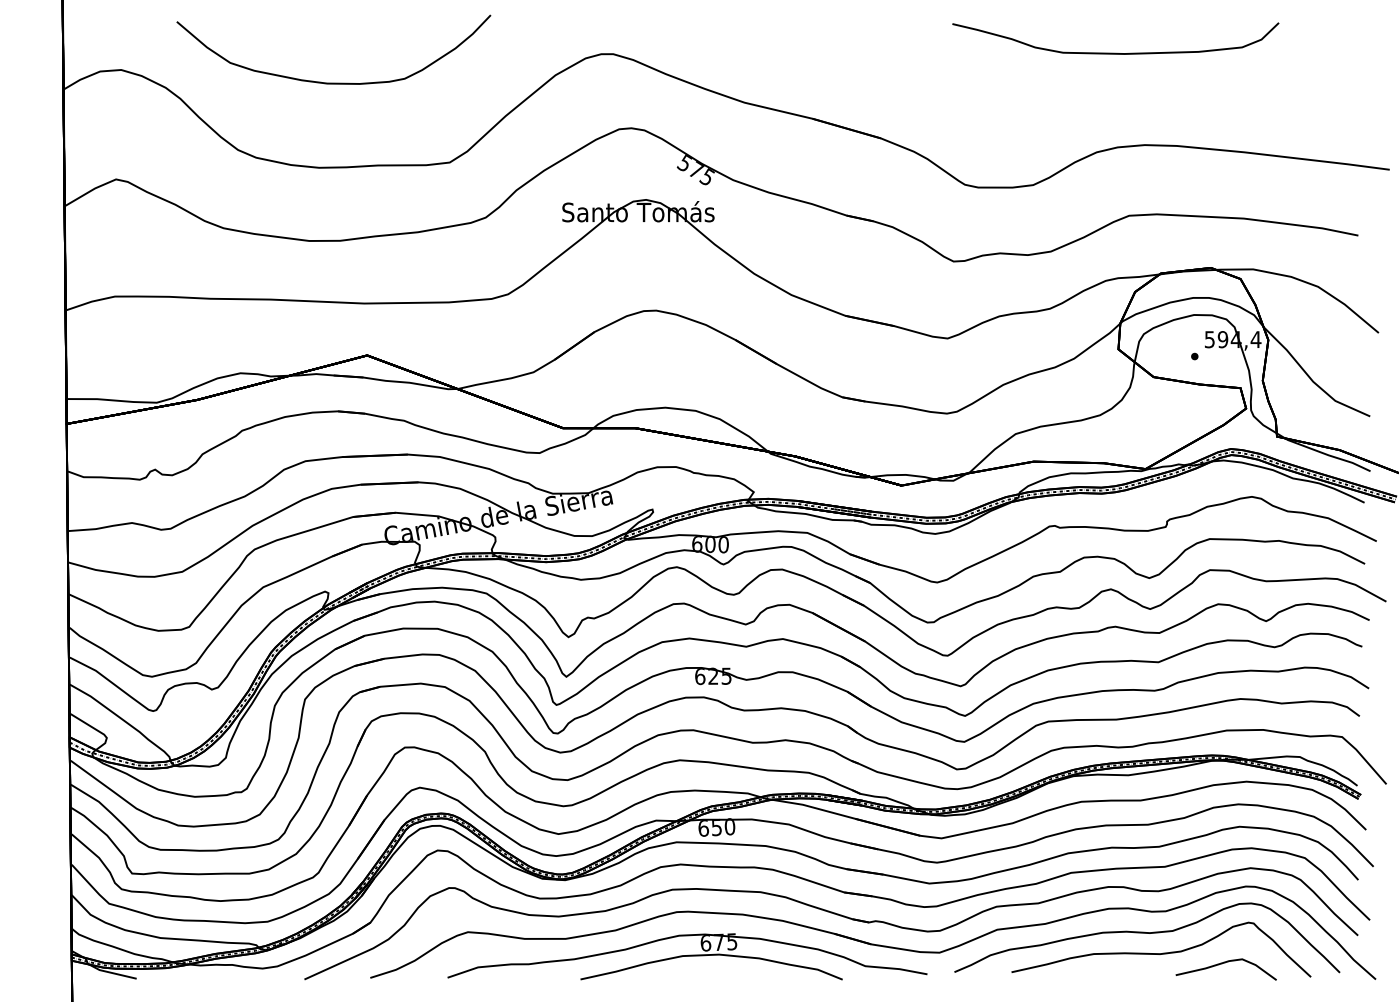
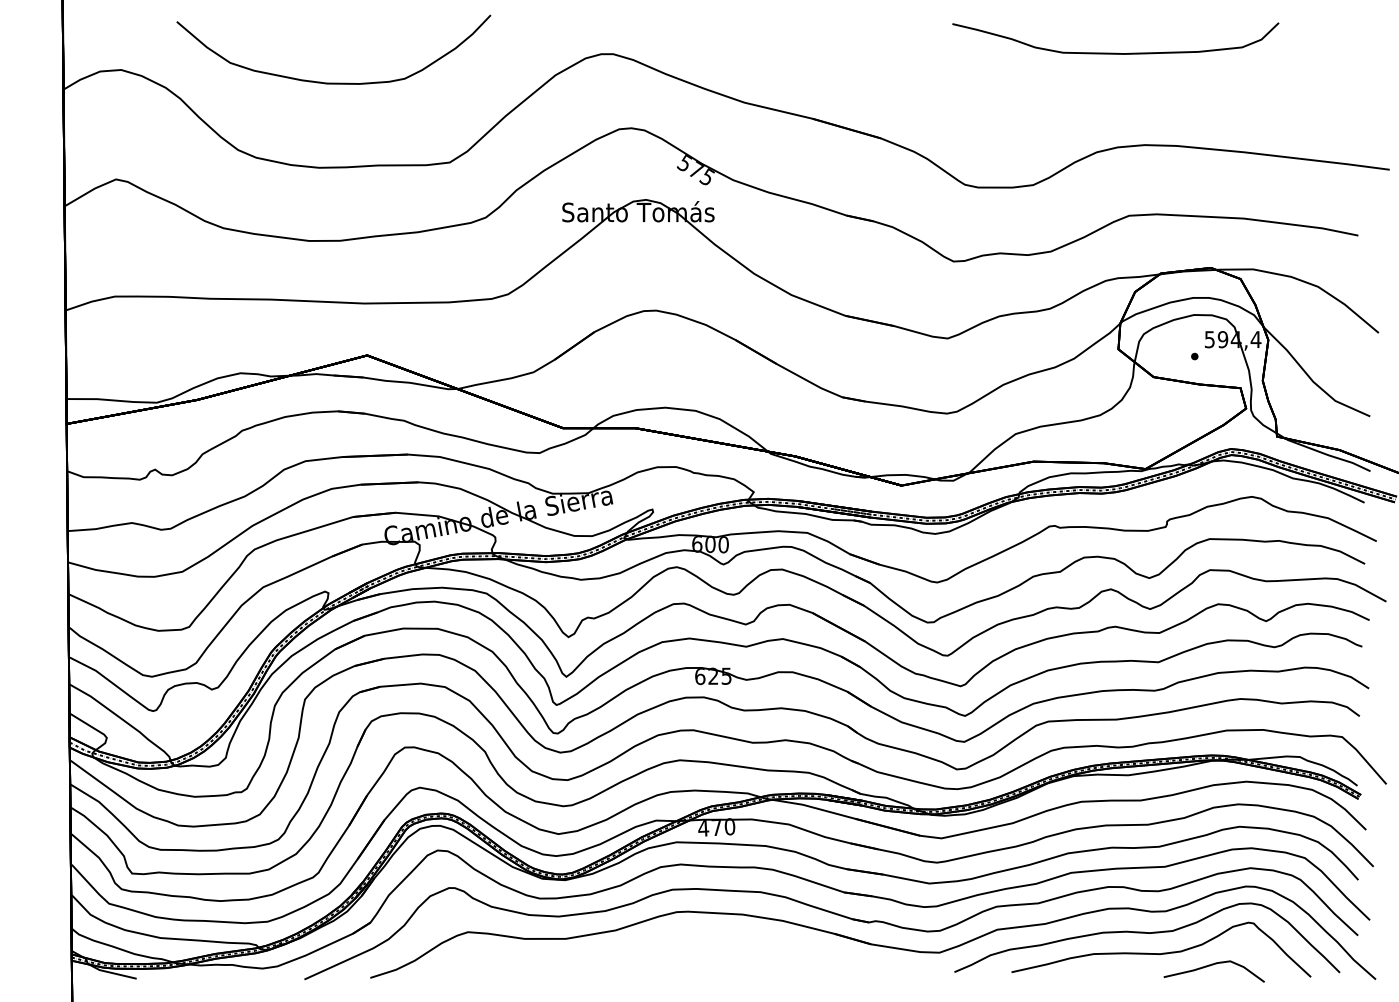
text at (709, 828): 650 -> 470
part at (687, 956): present -> none
curve at (1222, 964) position: (1222, 964) -> (1210, 966)
